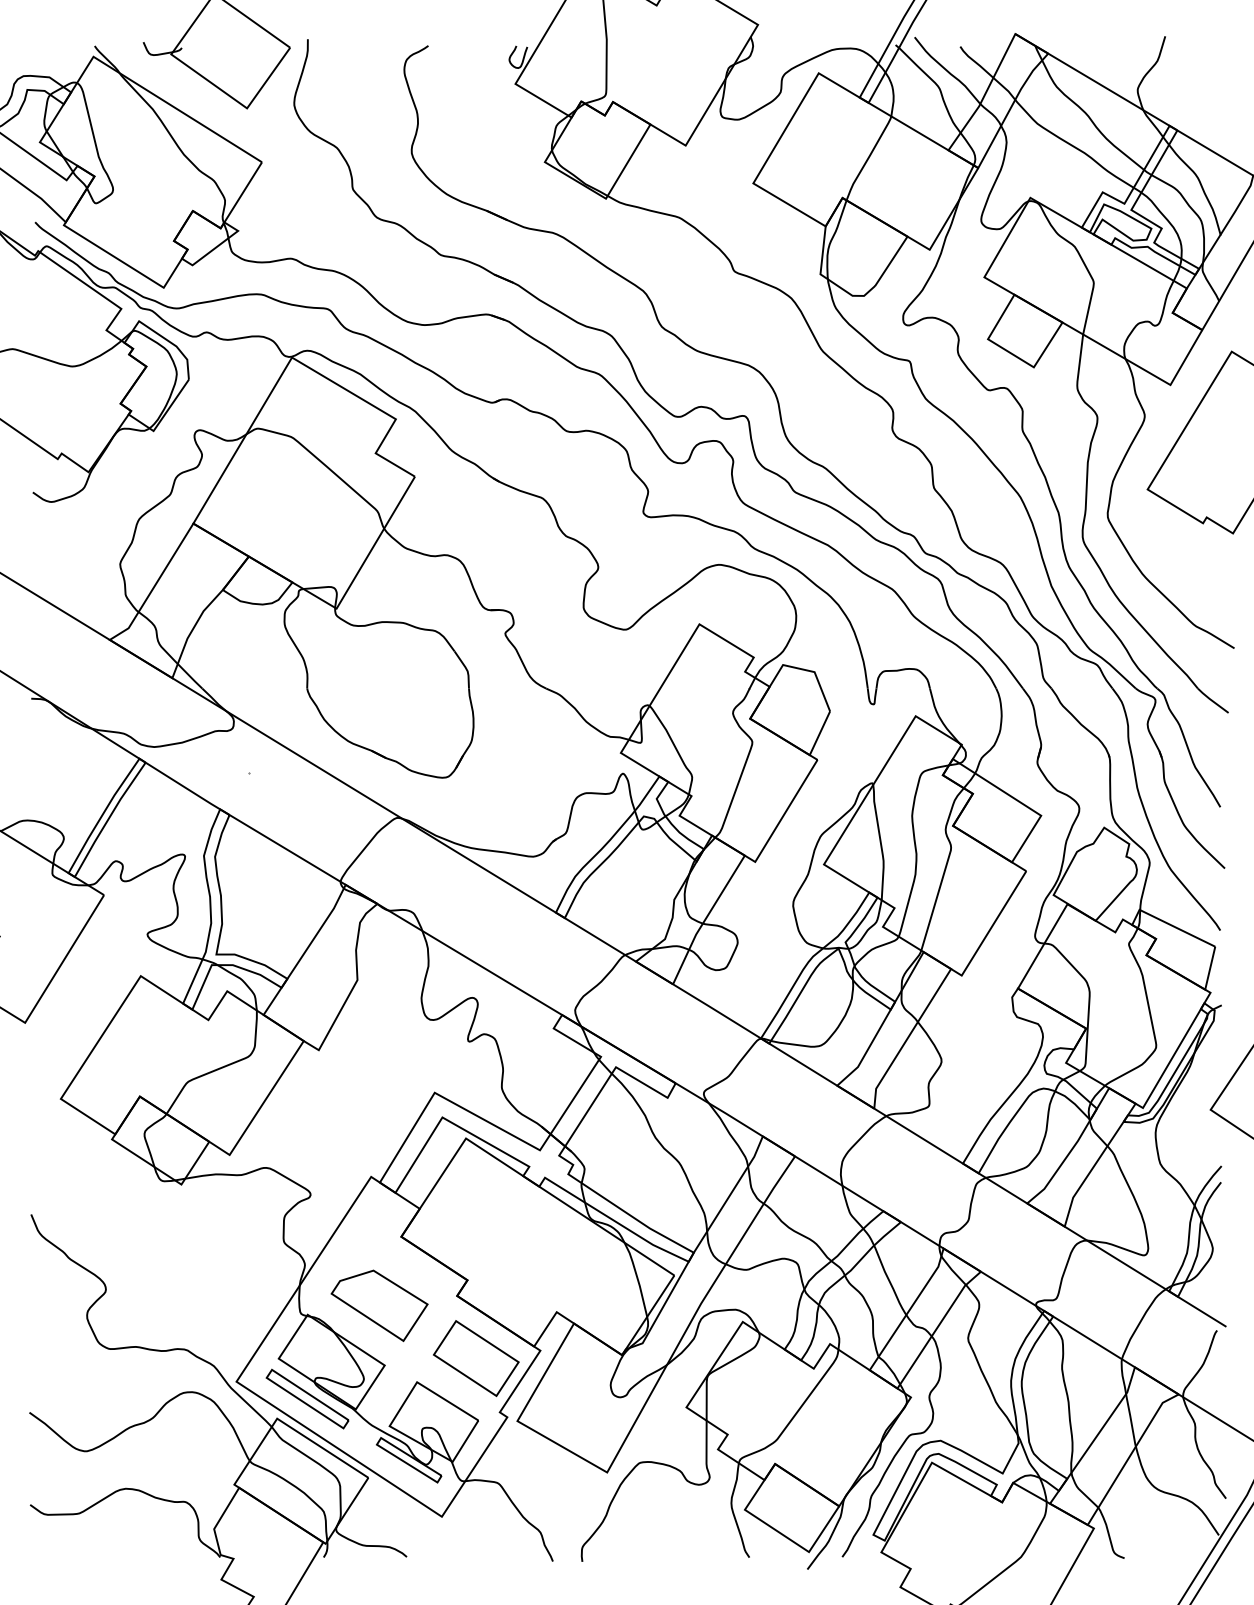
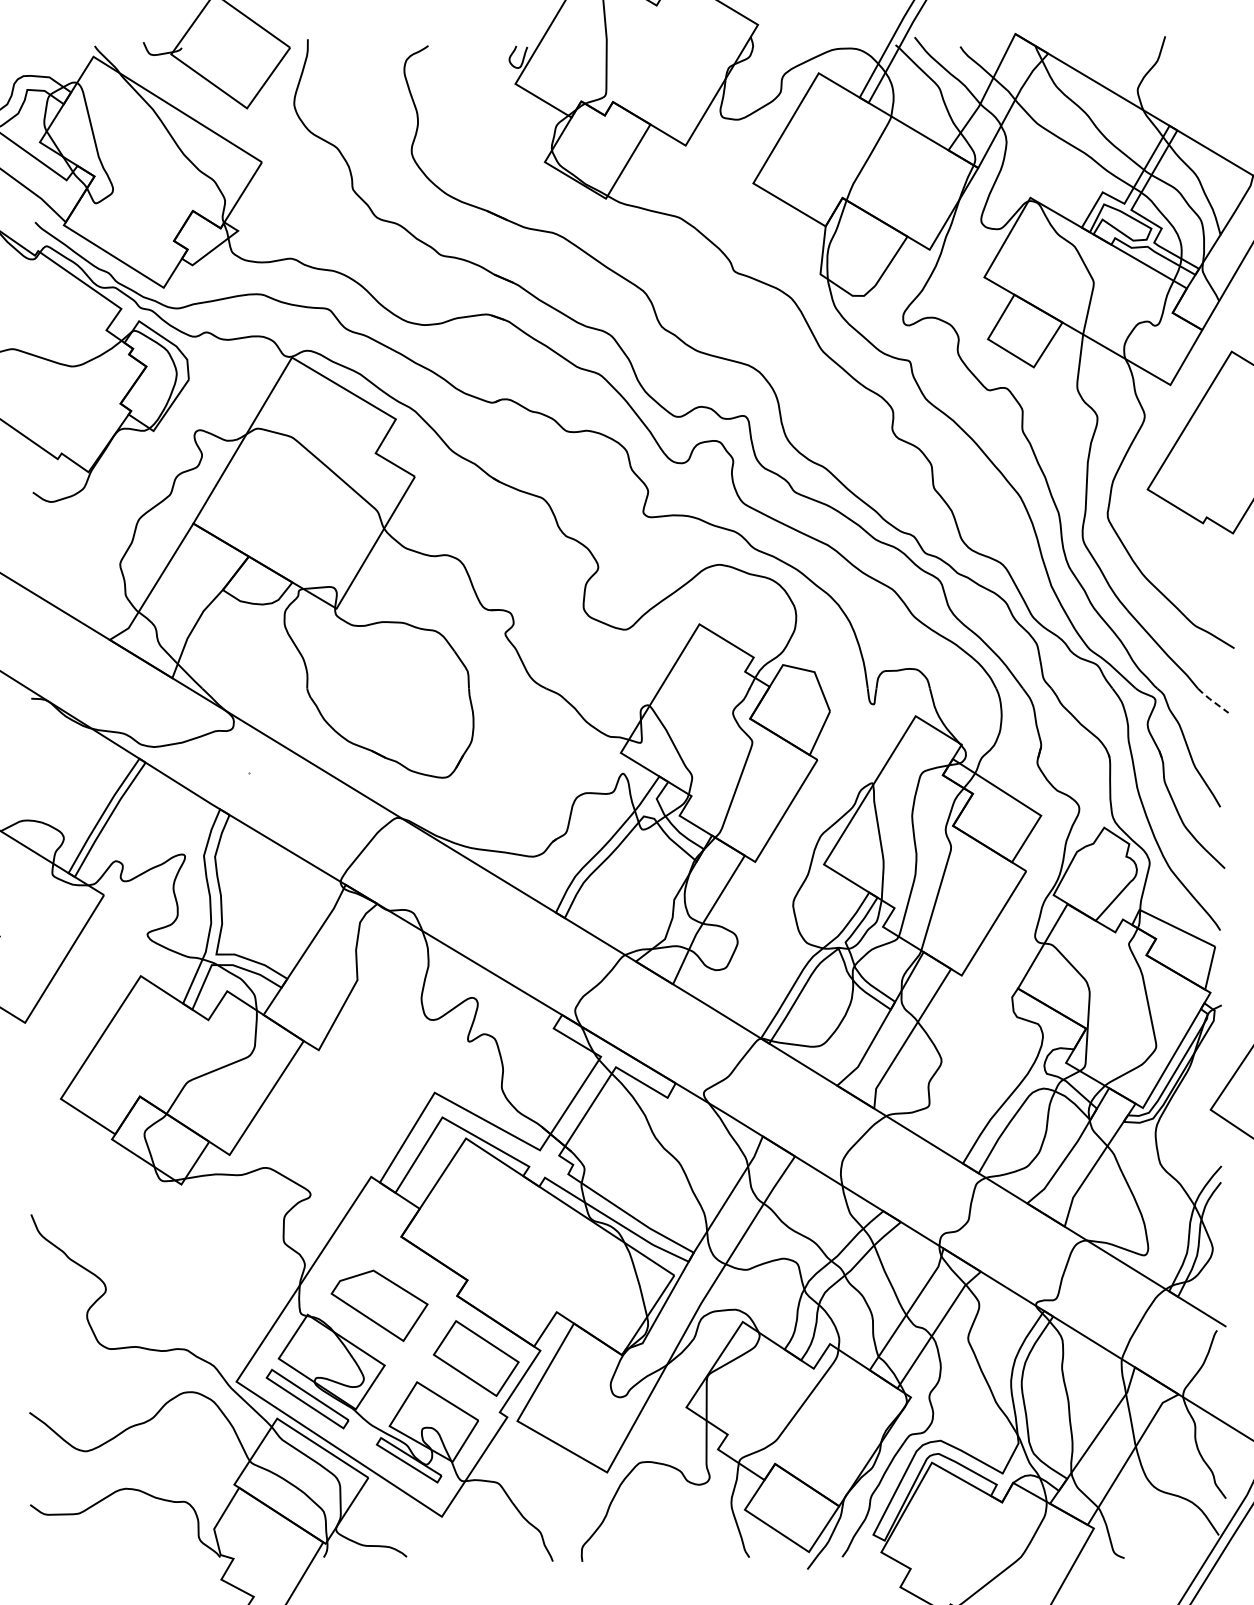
line at (1212, 700): solid -> dashed
